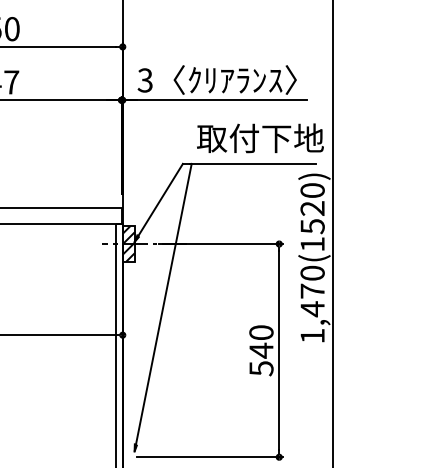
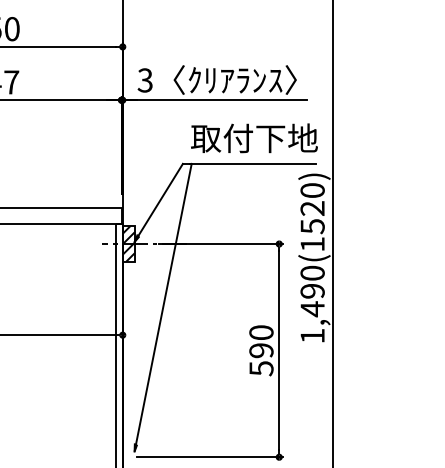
text at (260, 138) position: (260, 138) -> (254, 138)
text at (312, 290): 1,470(1520) -> 1,490(1520)
text at (261, 350): 540 -> 590
